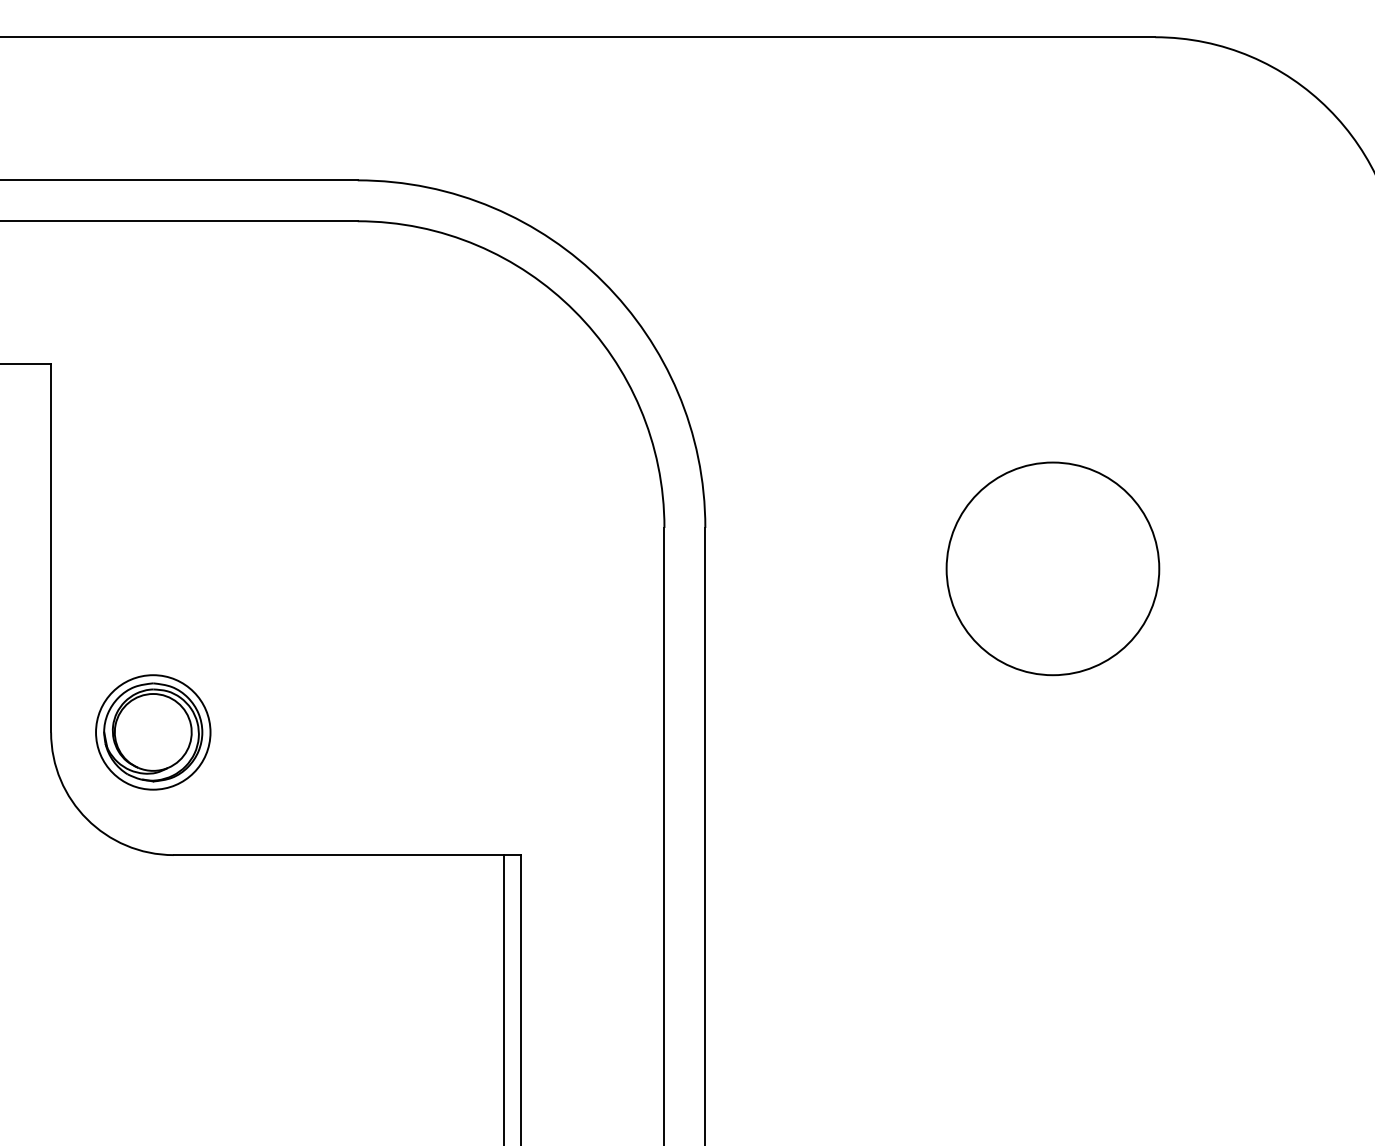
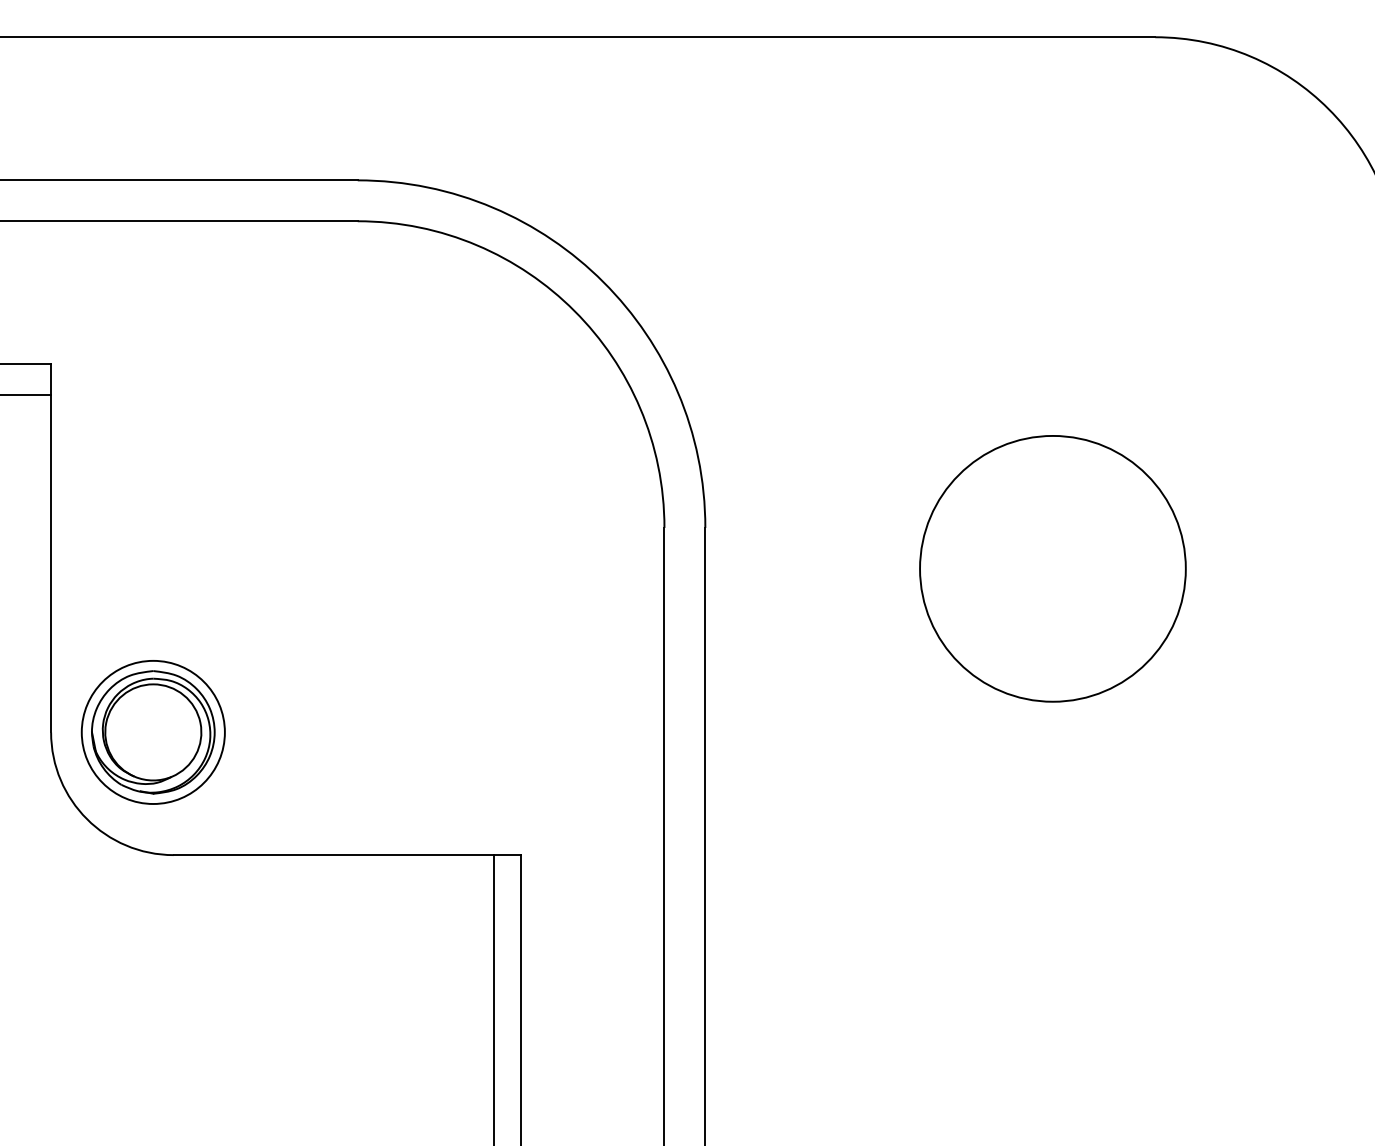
line at (26, 394): none -> present
circle at (1052, 568) size: 216x216 px -> 268x268 px
part at (153, 732) size: 117x117 px -> 146x145 px
line at (504, 998) position: (504, 998) -> (494, 998)
